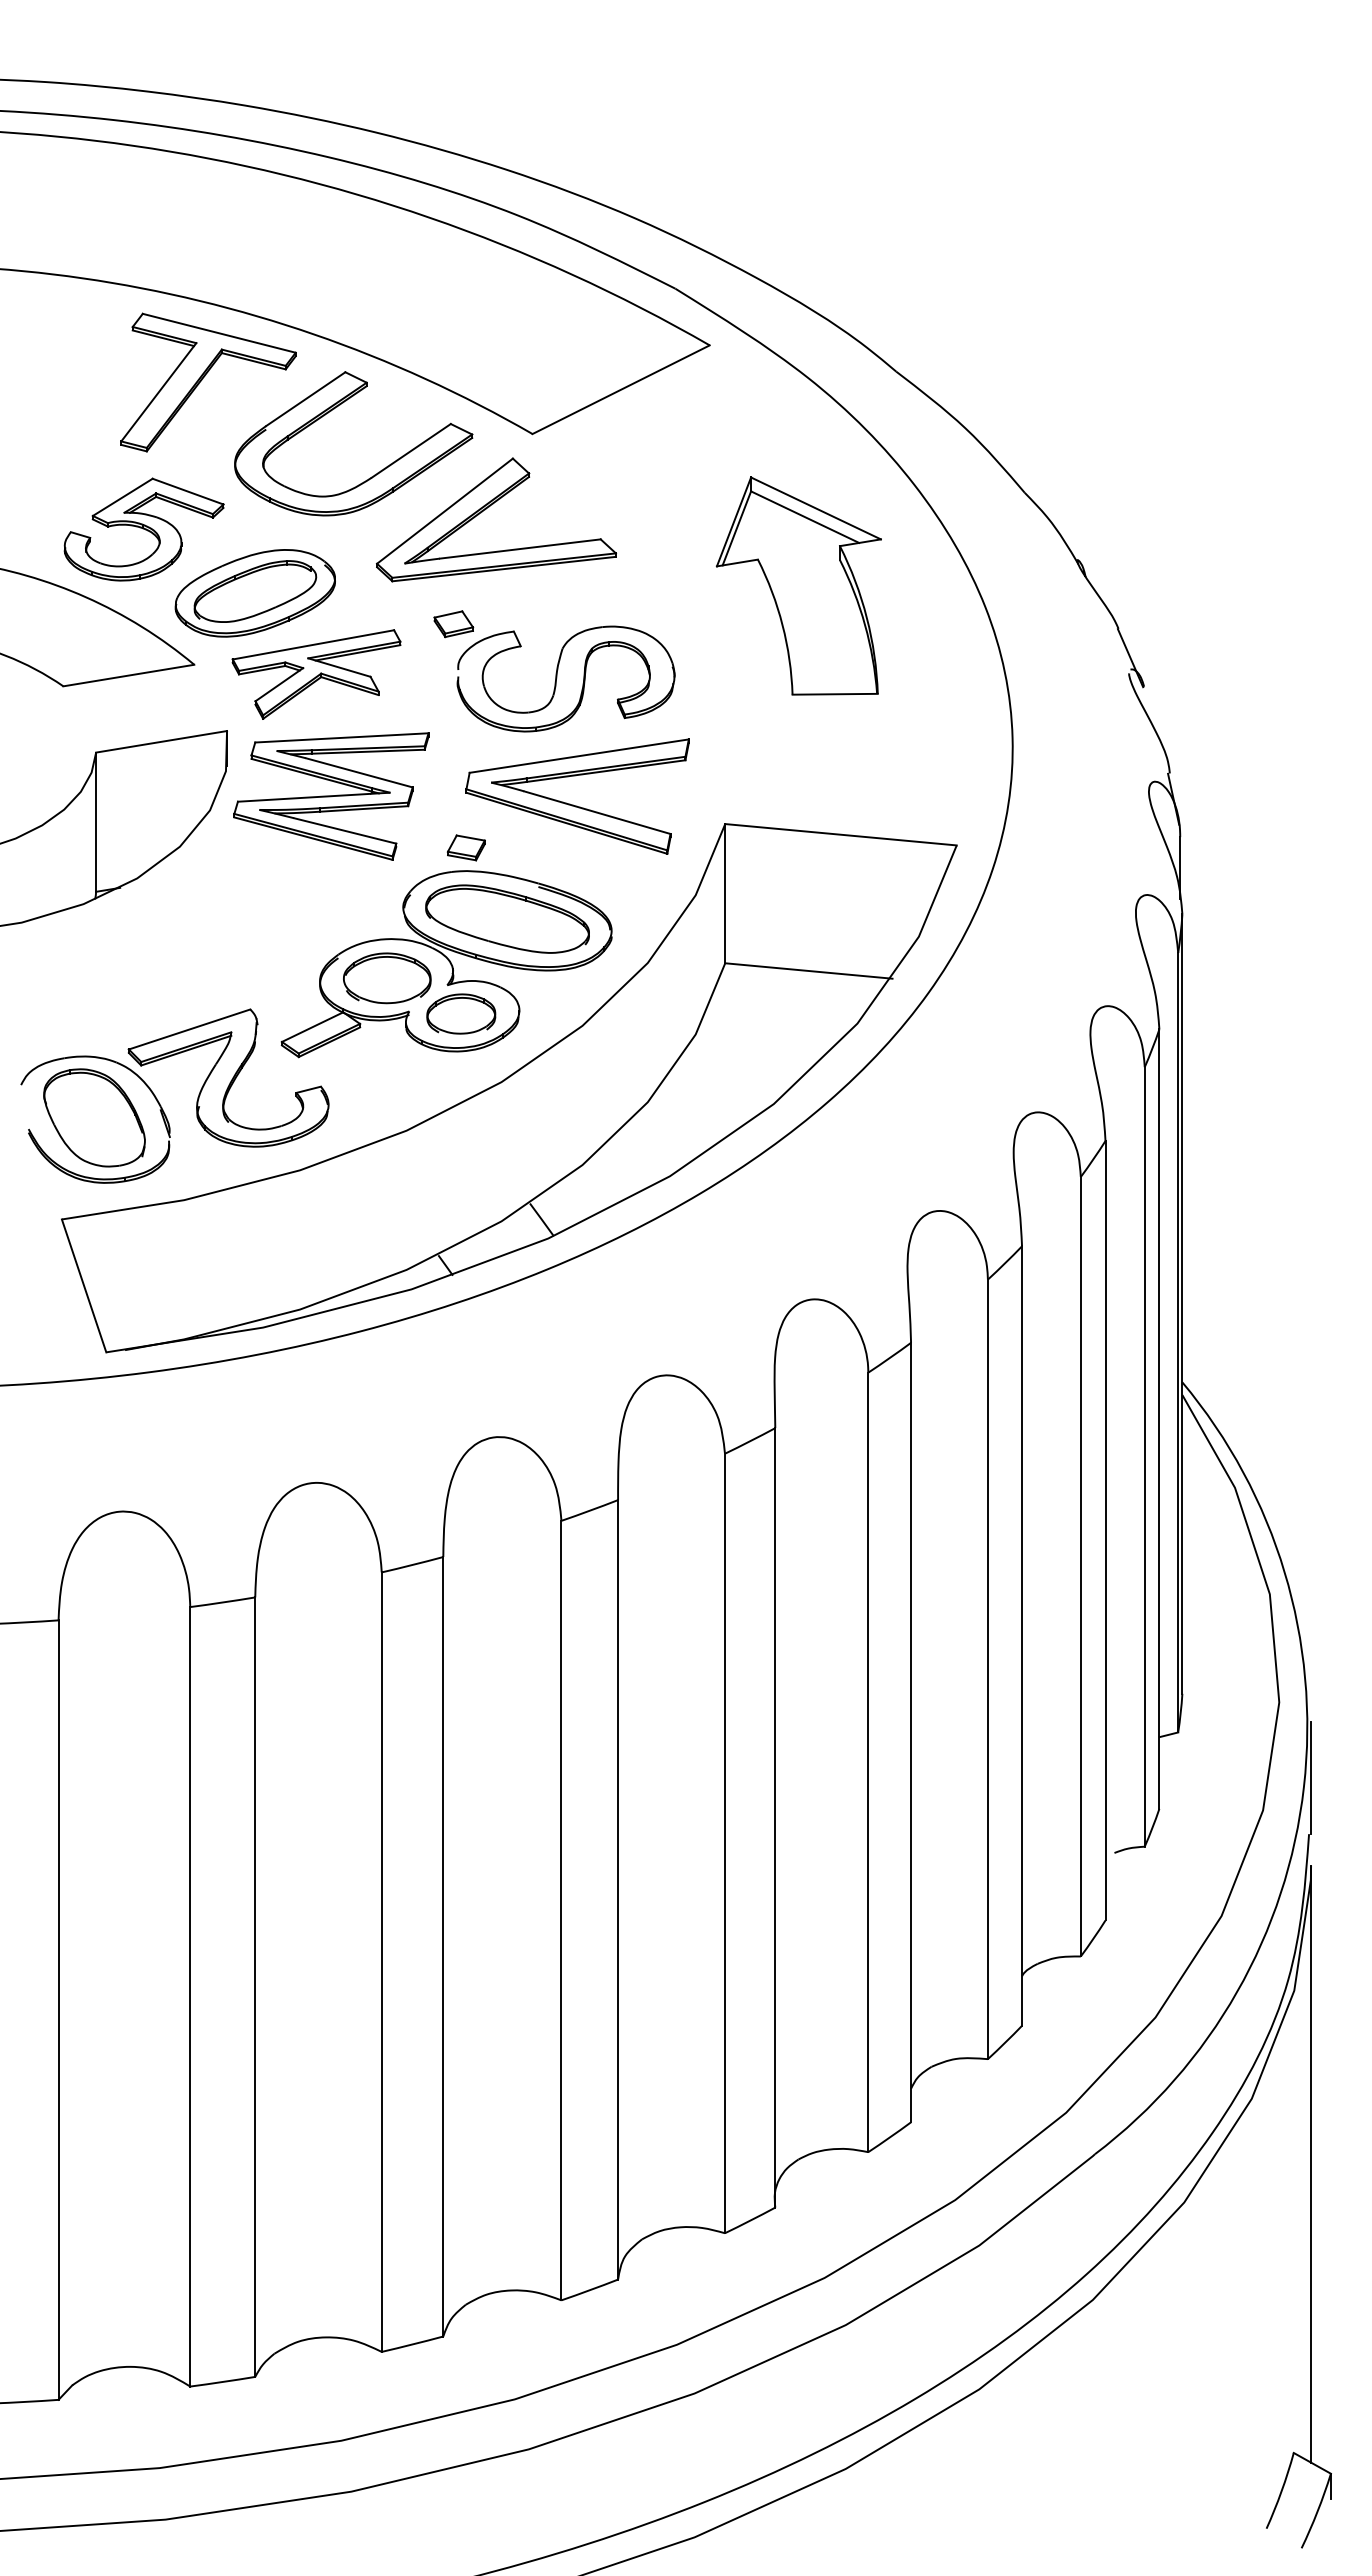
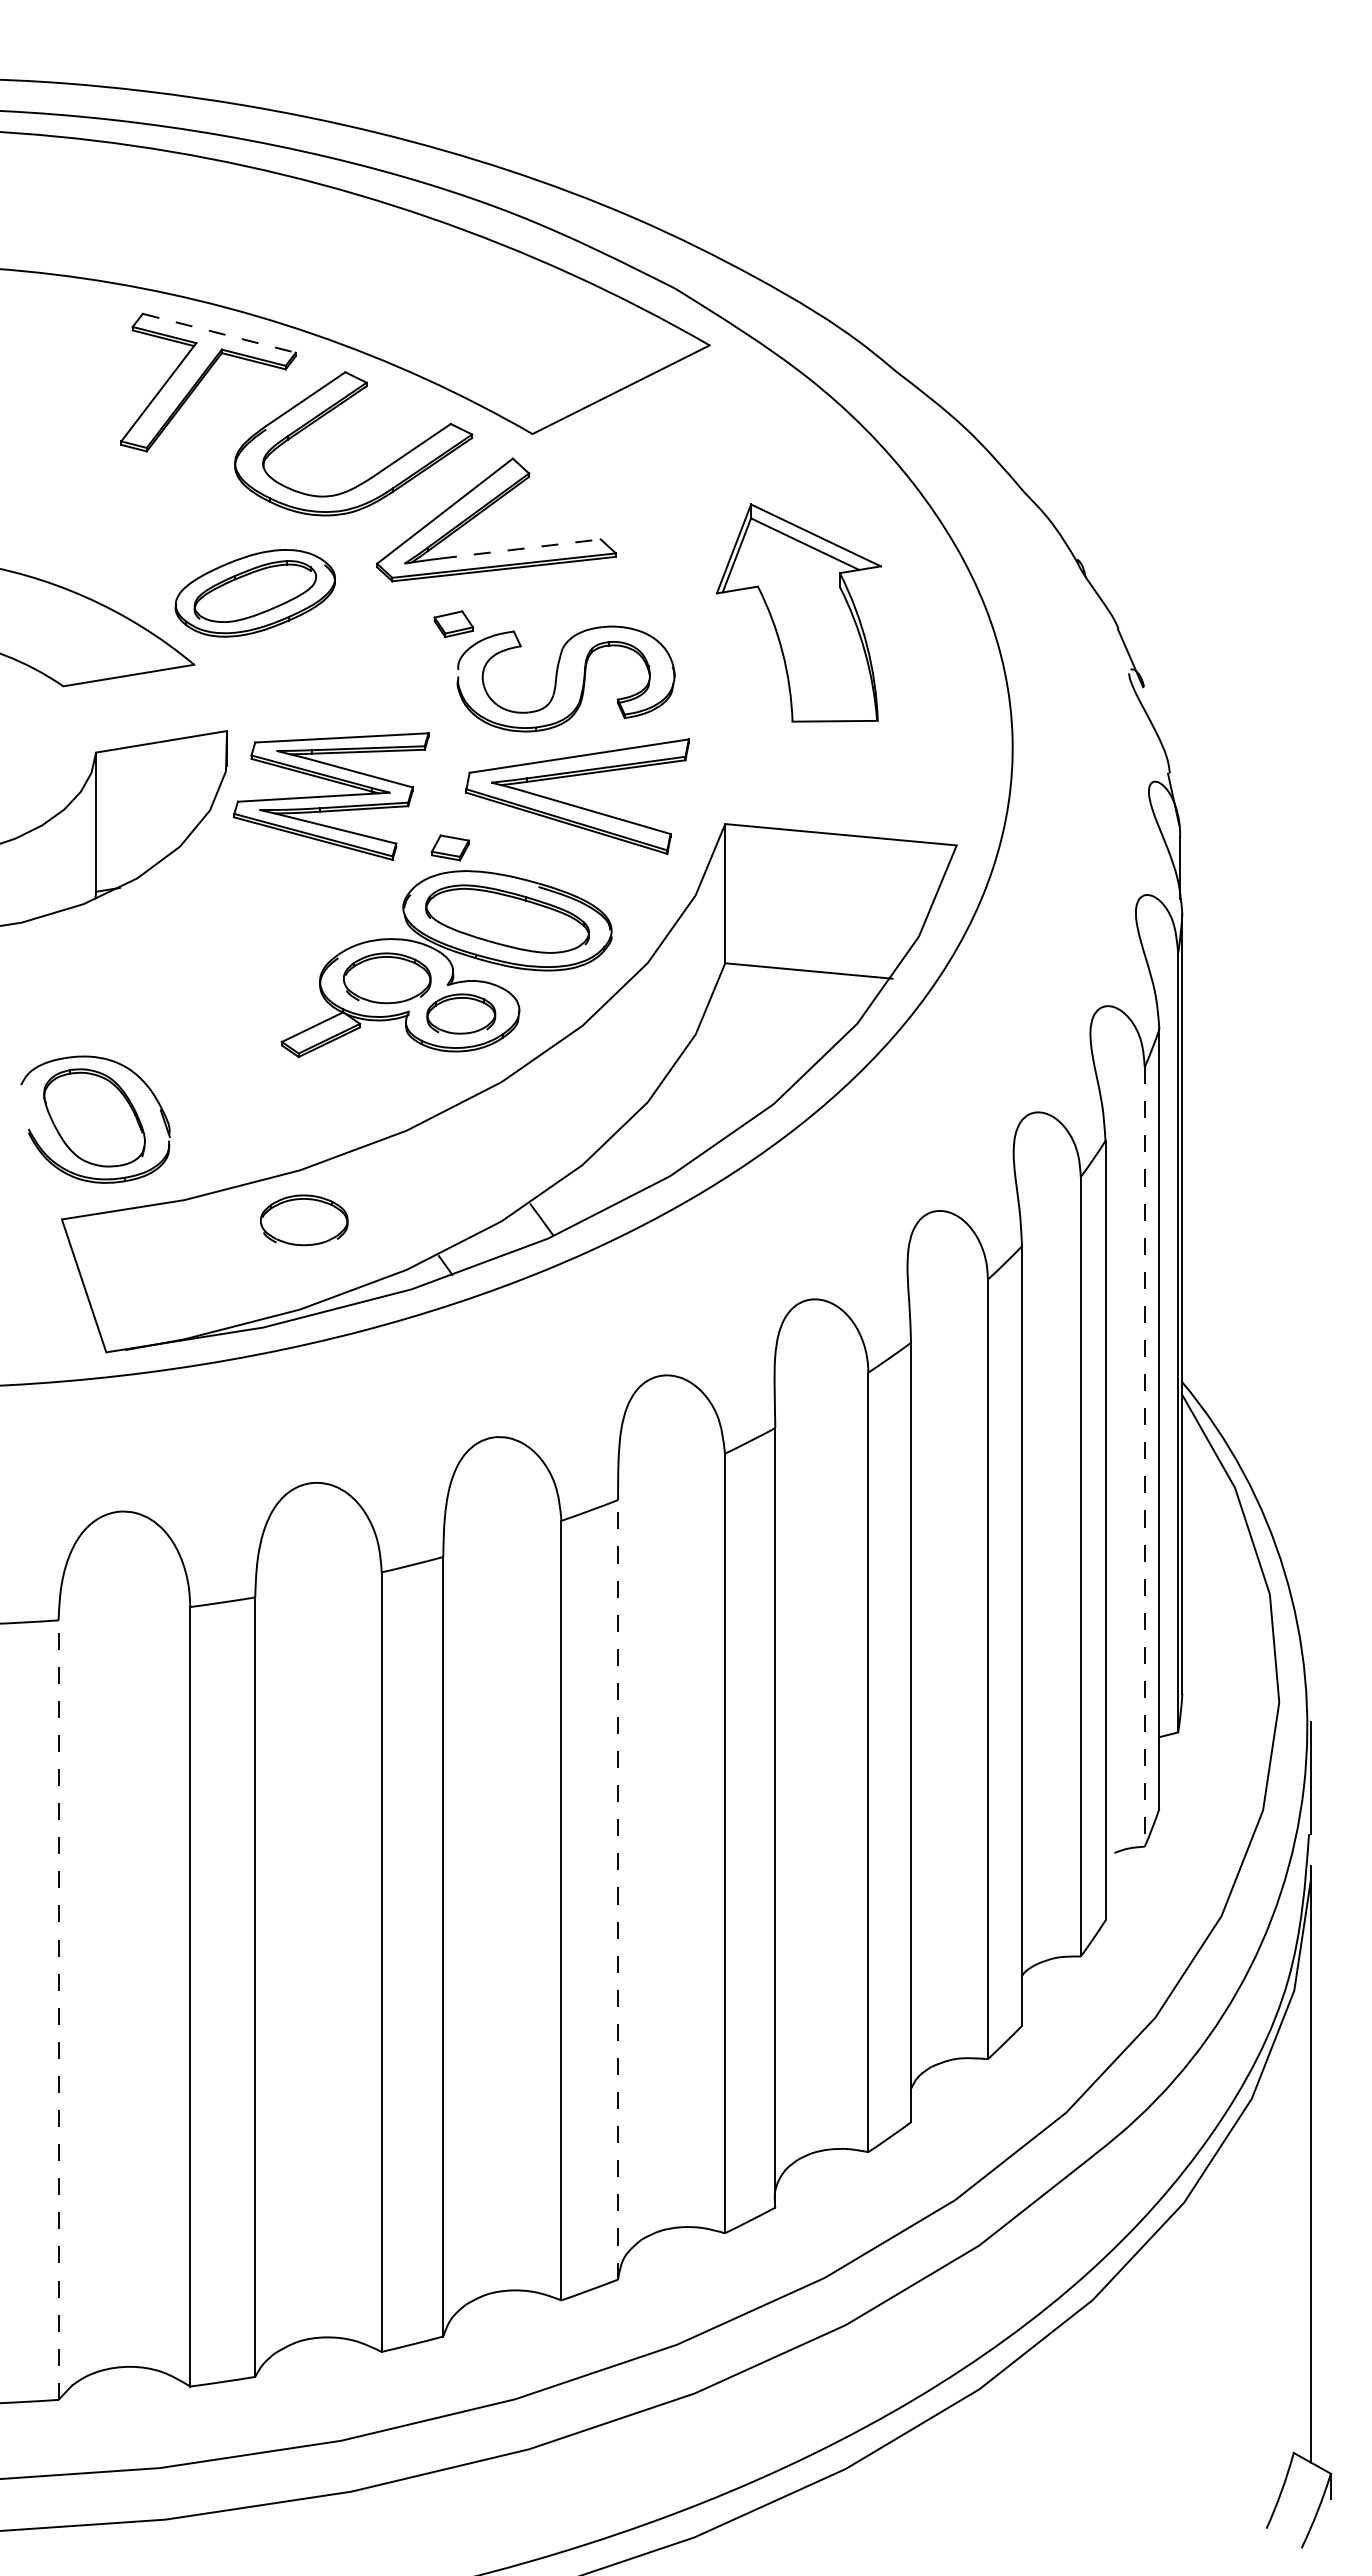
line at (219, 333): solid -> dashed
part at (143, 529): present -> none
line at (520, 549): solid -> dashed
part at (798, 585) position: (798, 585) -> (798, 612)
part at (316, 674): present -> none
part at (465, 847) position: (465, 847) -> (449, 847)
part at (228, 1077): present -> none
part at (304, 1220): none -> present
line at (1144, 1456): solid -> dashed
line at (618, 1889): solid -> dashed
line at (58, 2010): solid -> dashed
